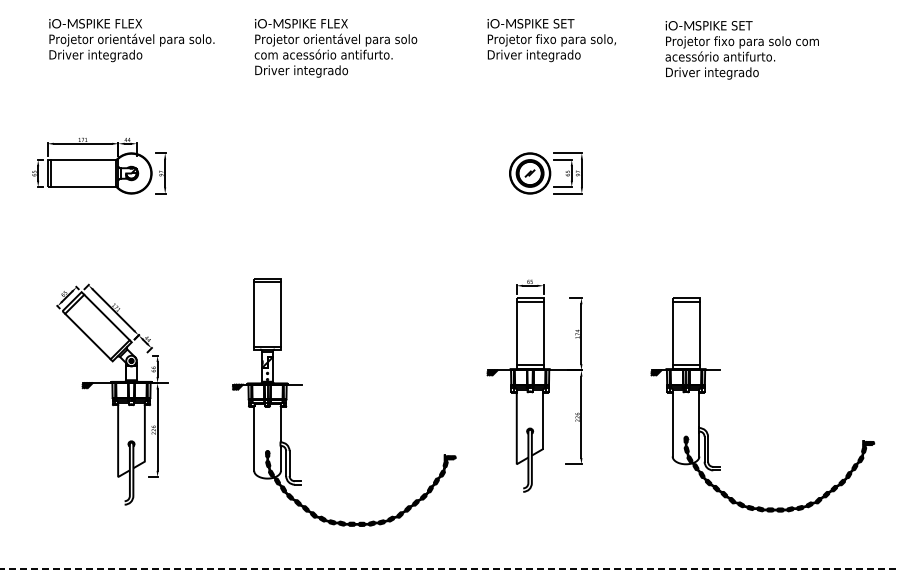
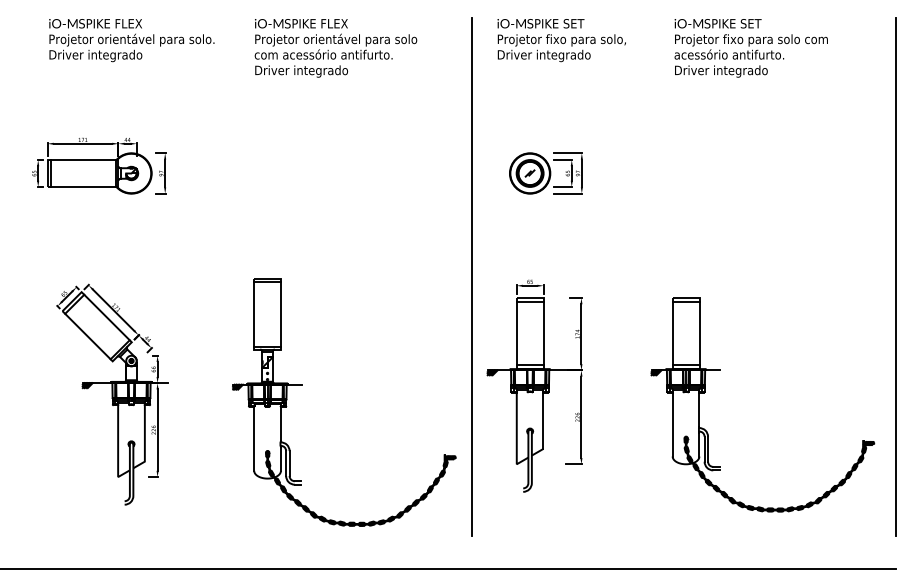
text at (551, 40) position: (551, 40) -> (561, 40)
text at (741, 50) position: (741, 50) -> (750, 48)
line at (471, 276): none -> present
line at (896, 276): none -> present
line at (448, 569): dashed -> solid
